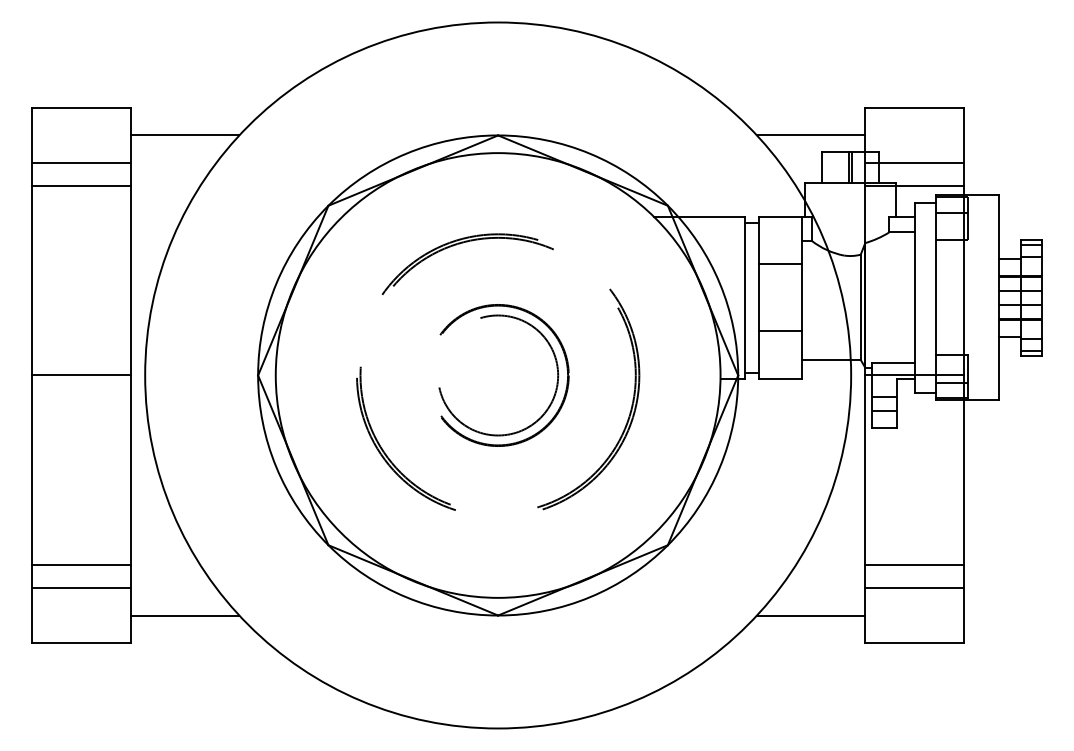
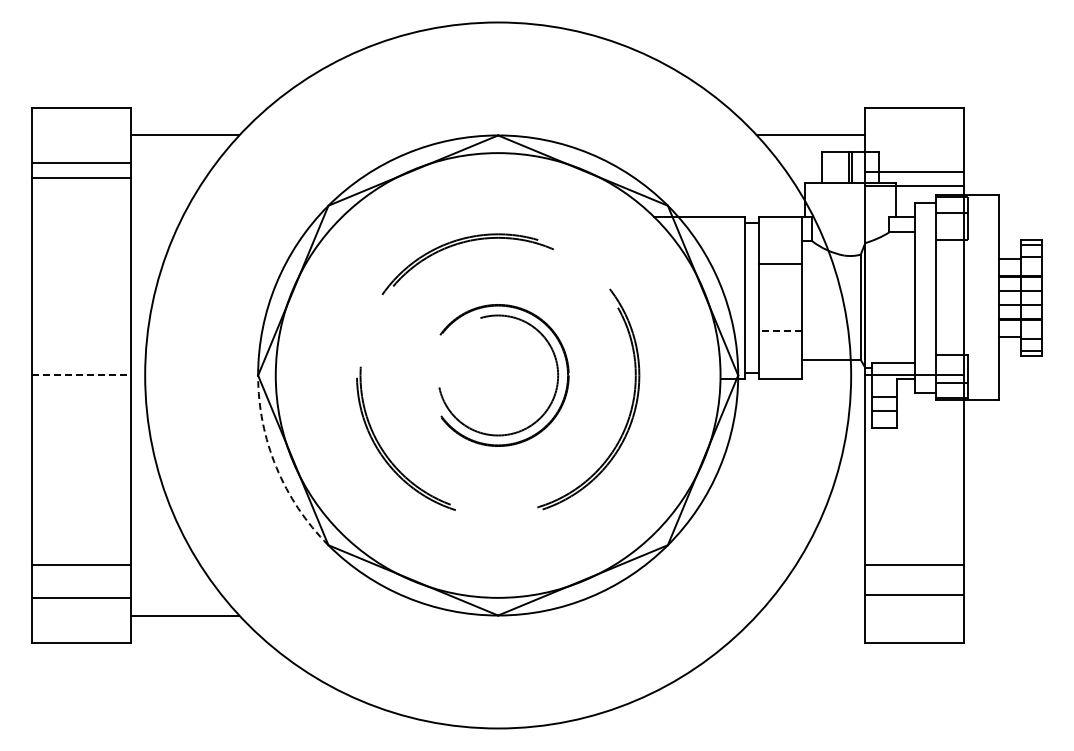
line at (914, 162) position: (914, 162) -> (914, 171)
line at (81, 186) position: (81, 186) -> (81, 178)
line at (780, 331): solid -> dashed
line at (82, 375): solid -> dashed
arc at (276, 467): solid -> dashed
line at (81, 588) position: (81, 588) -> (81, 598)
line at (914, 588) position: (914, 588) -> (914, 595)
line at (810, 615): present -> none
